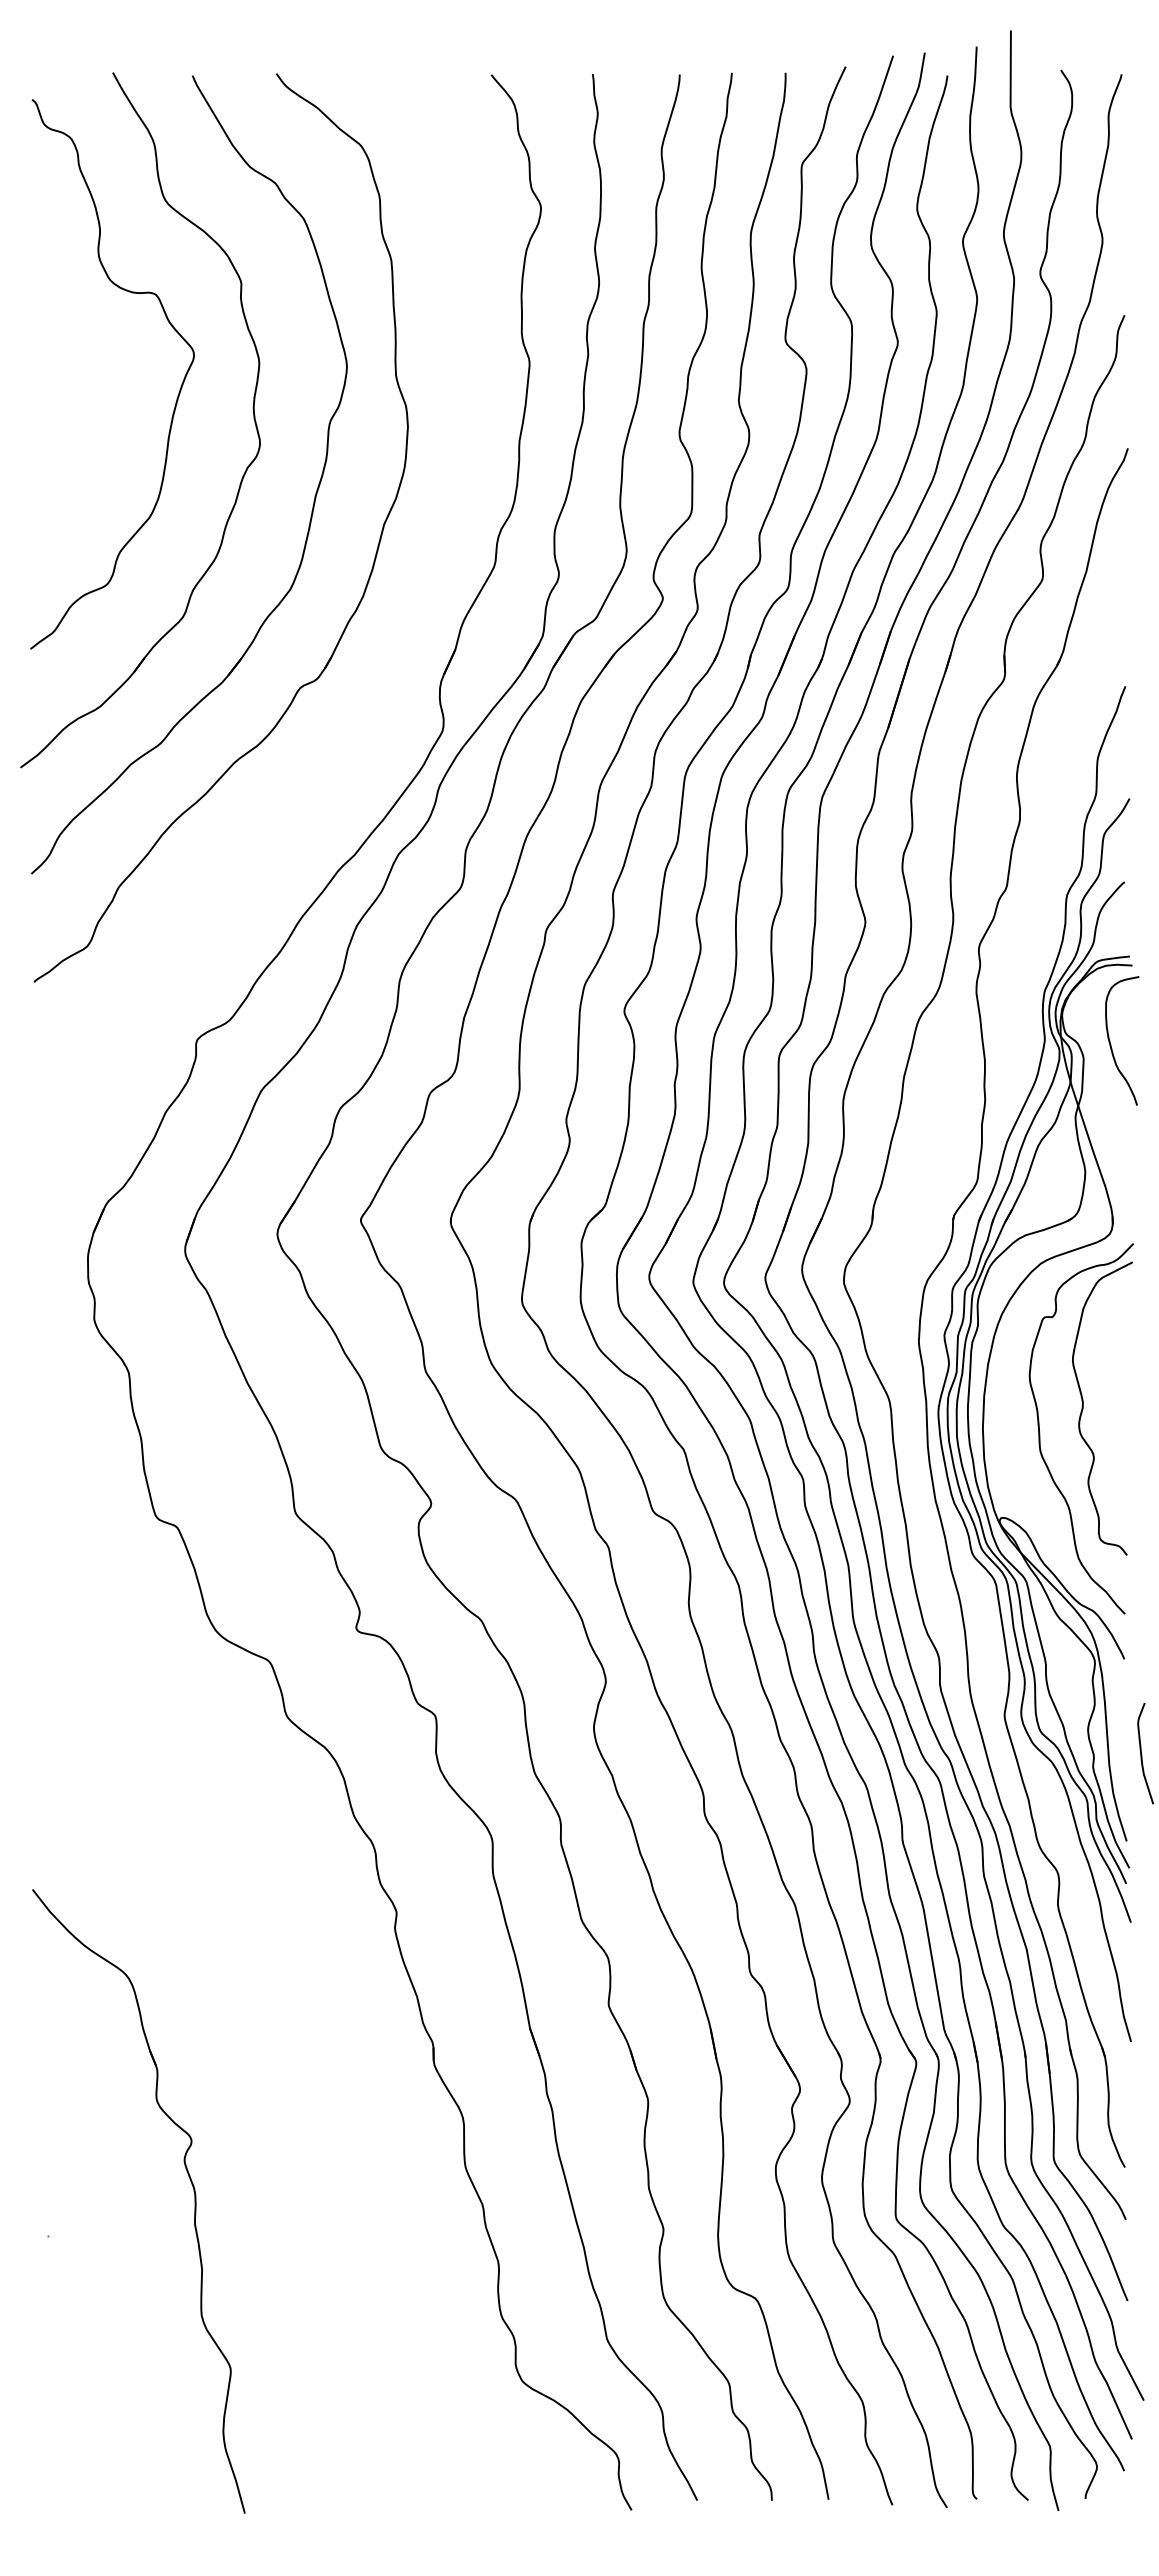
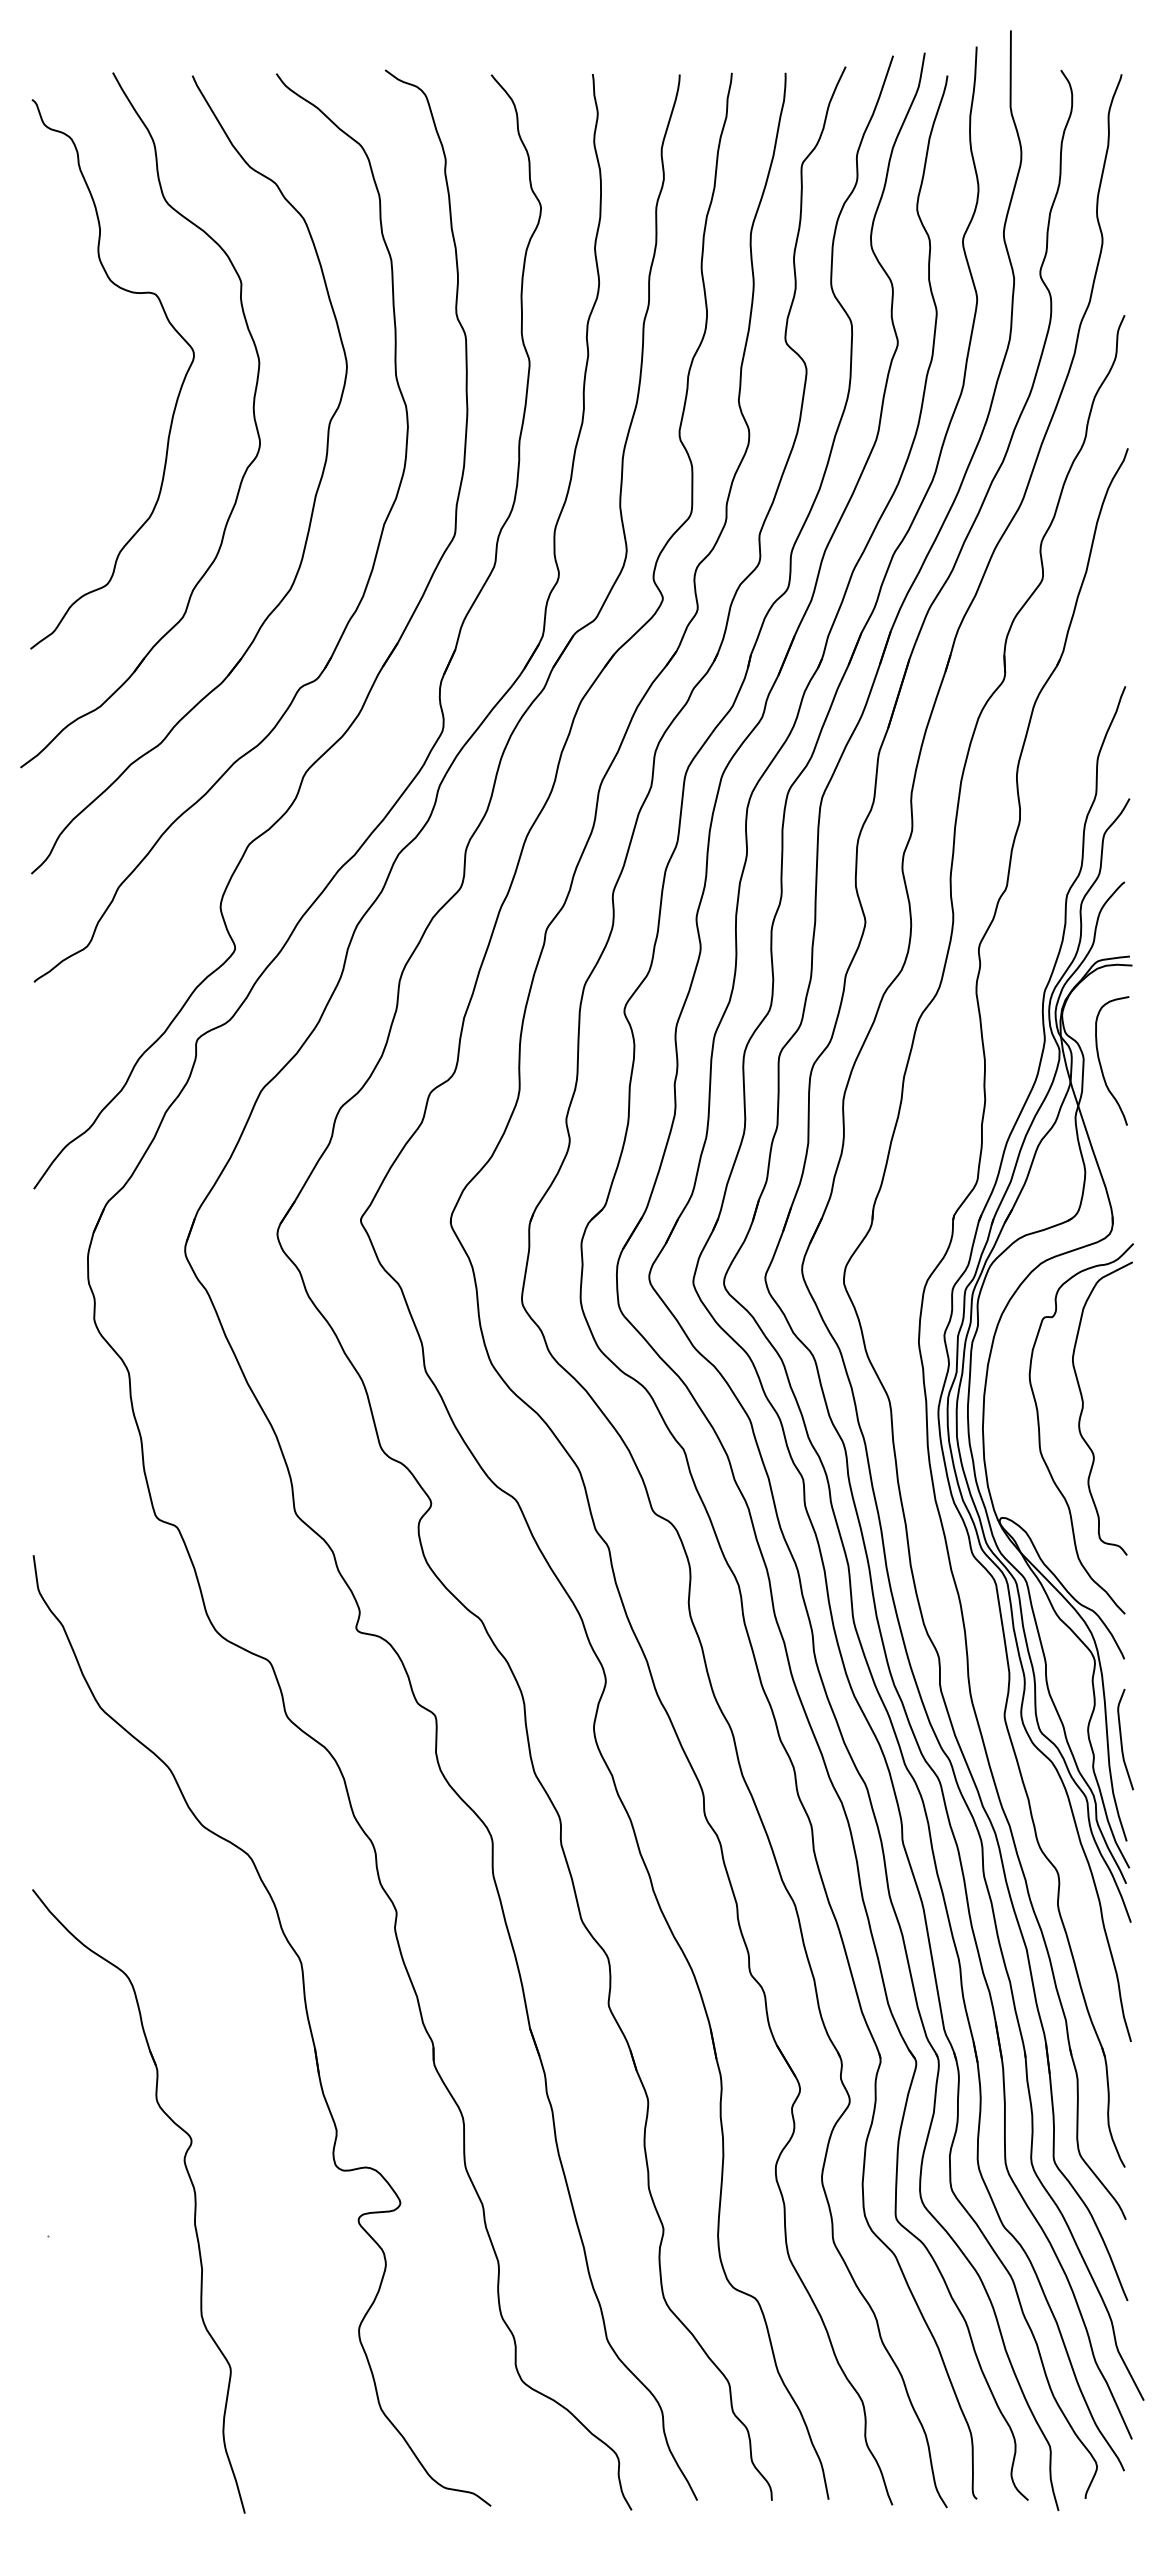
part at (369, 689): none -> present
curve at (1111, 1044) position: (1111, 1044) -> (1101, 1064)
curve at (1142, 1754) position: (1142, 1754) -> (1122, 1740)
part at (307, 2021): none -> present
